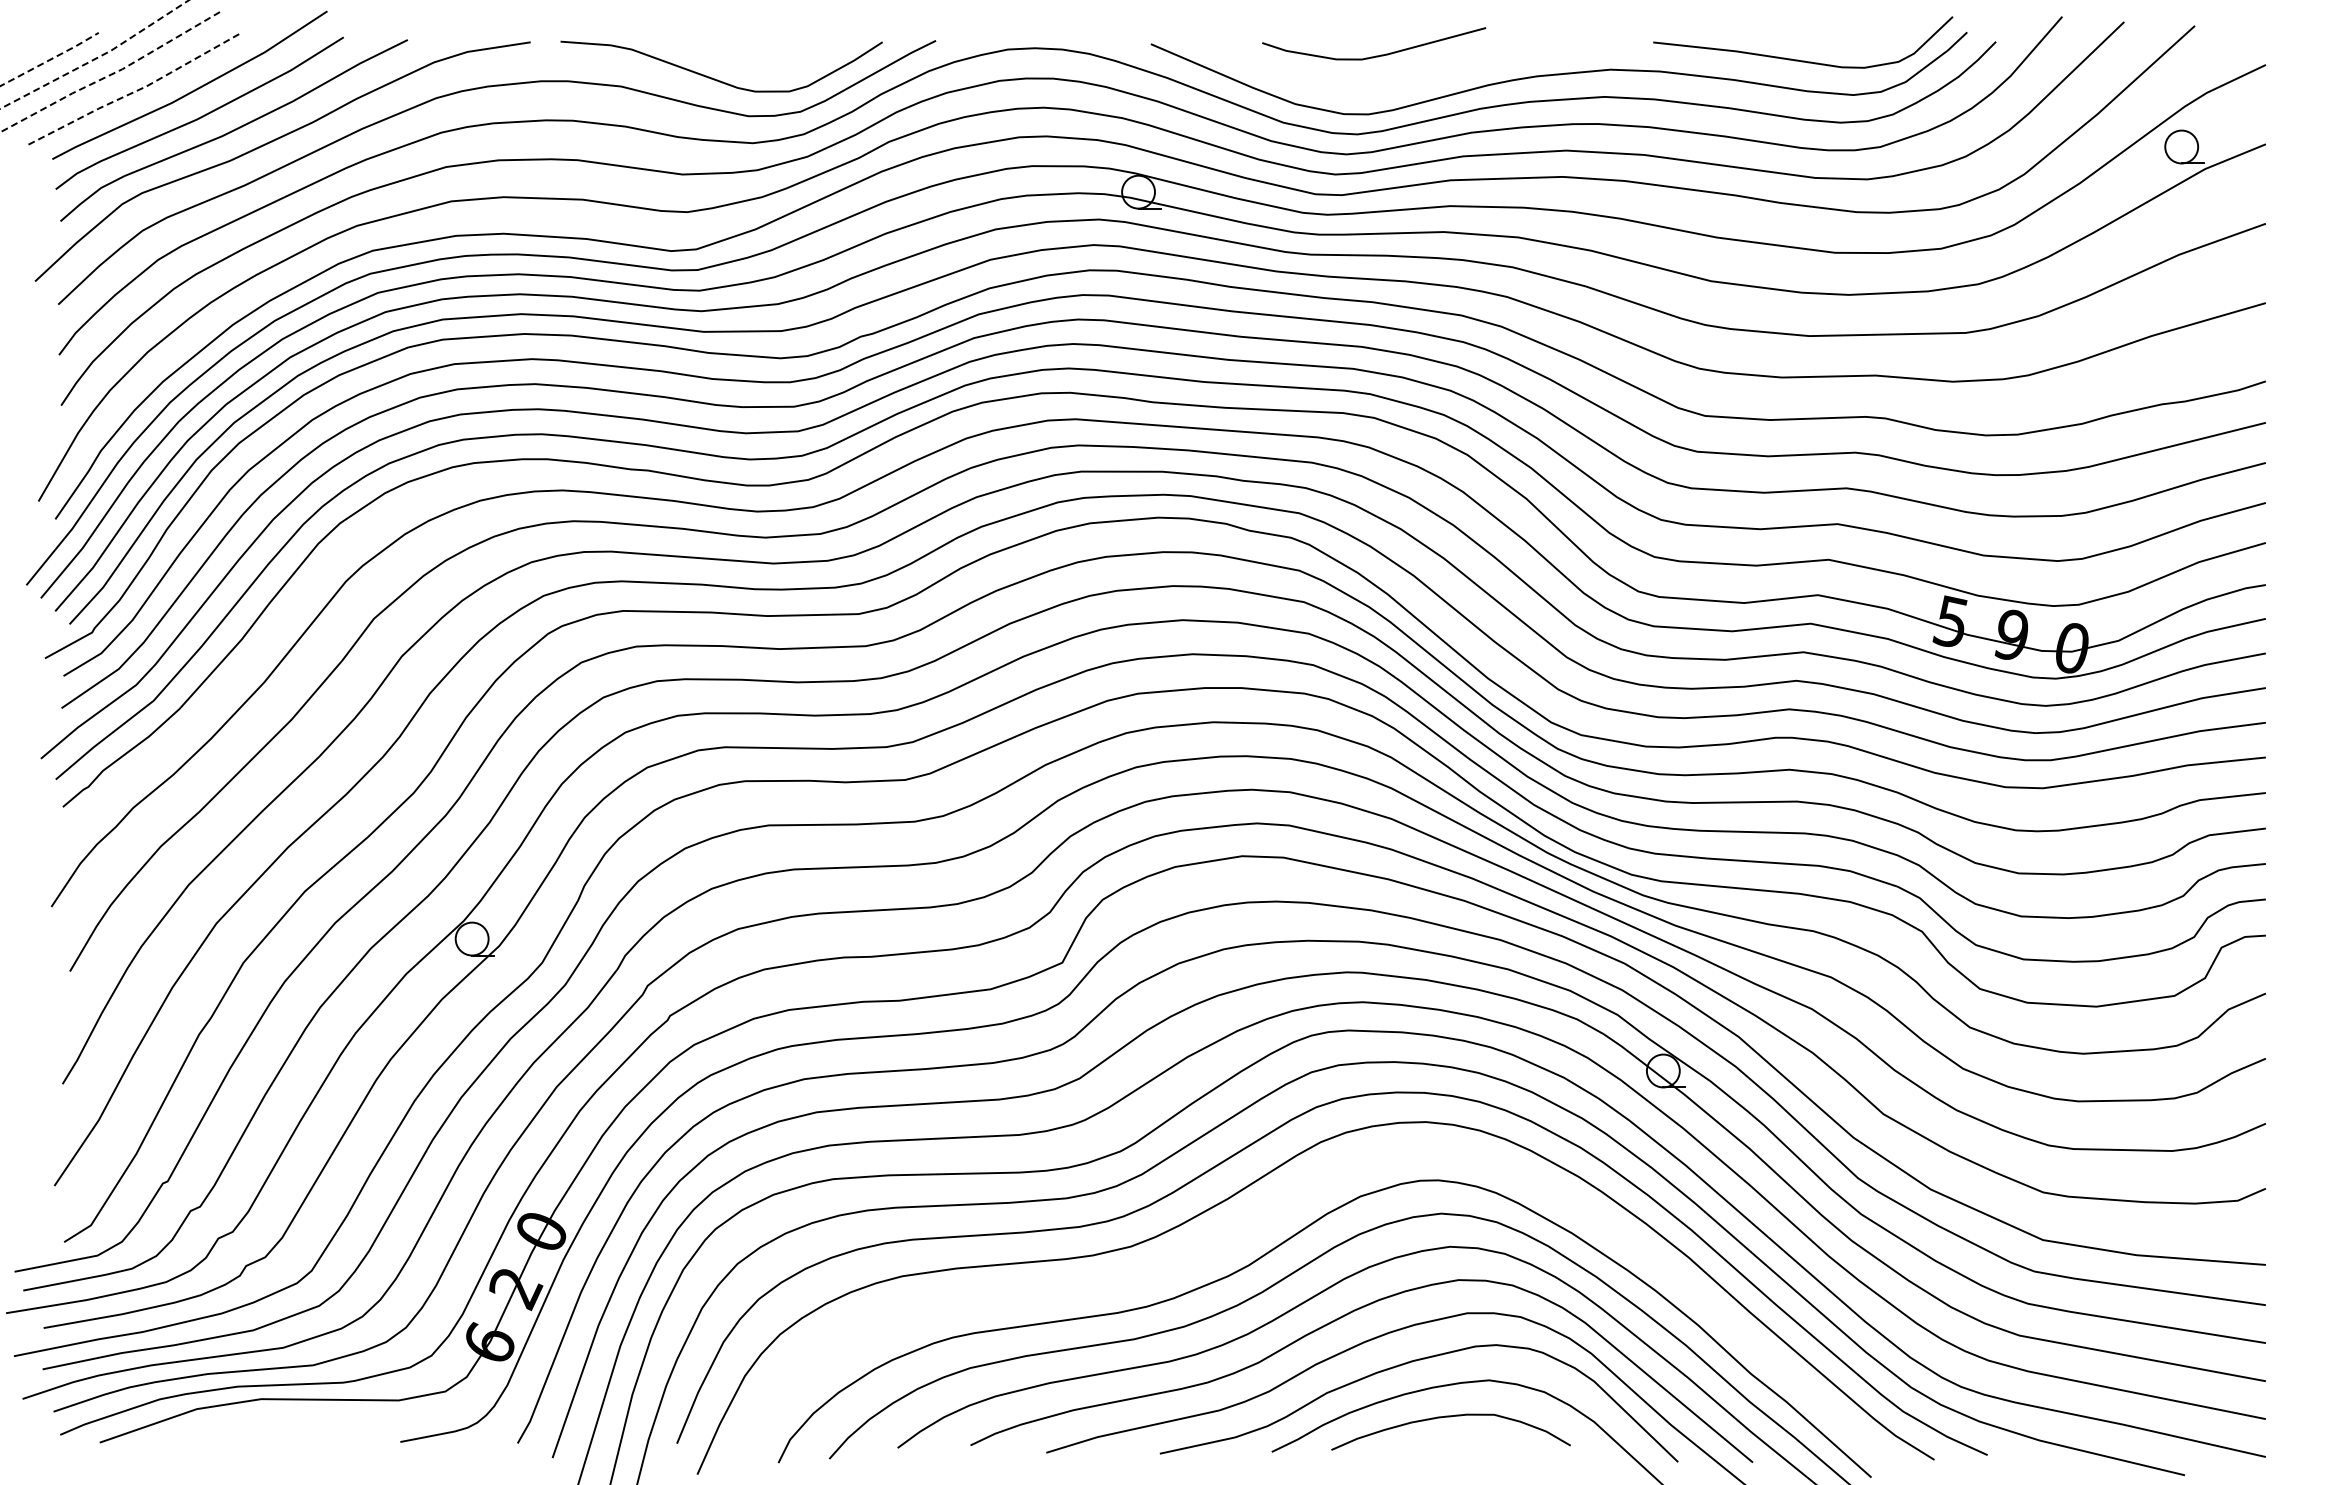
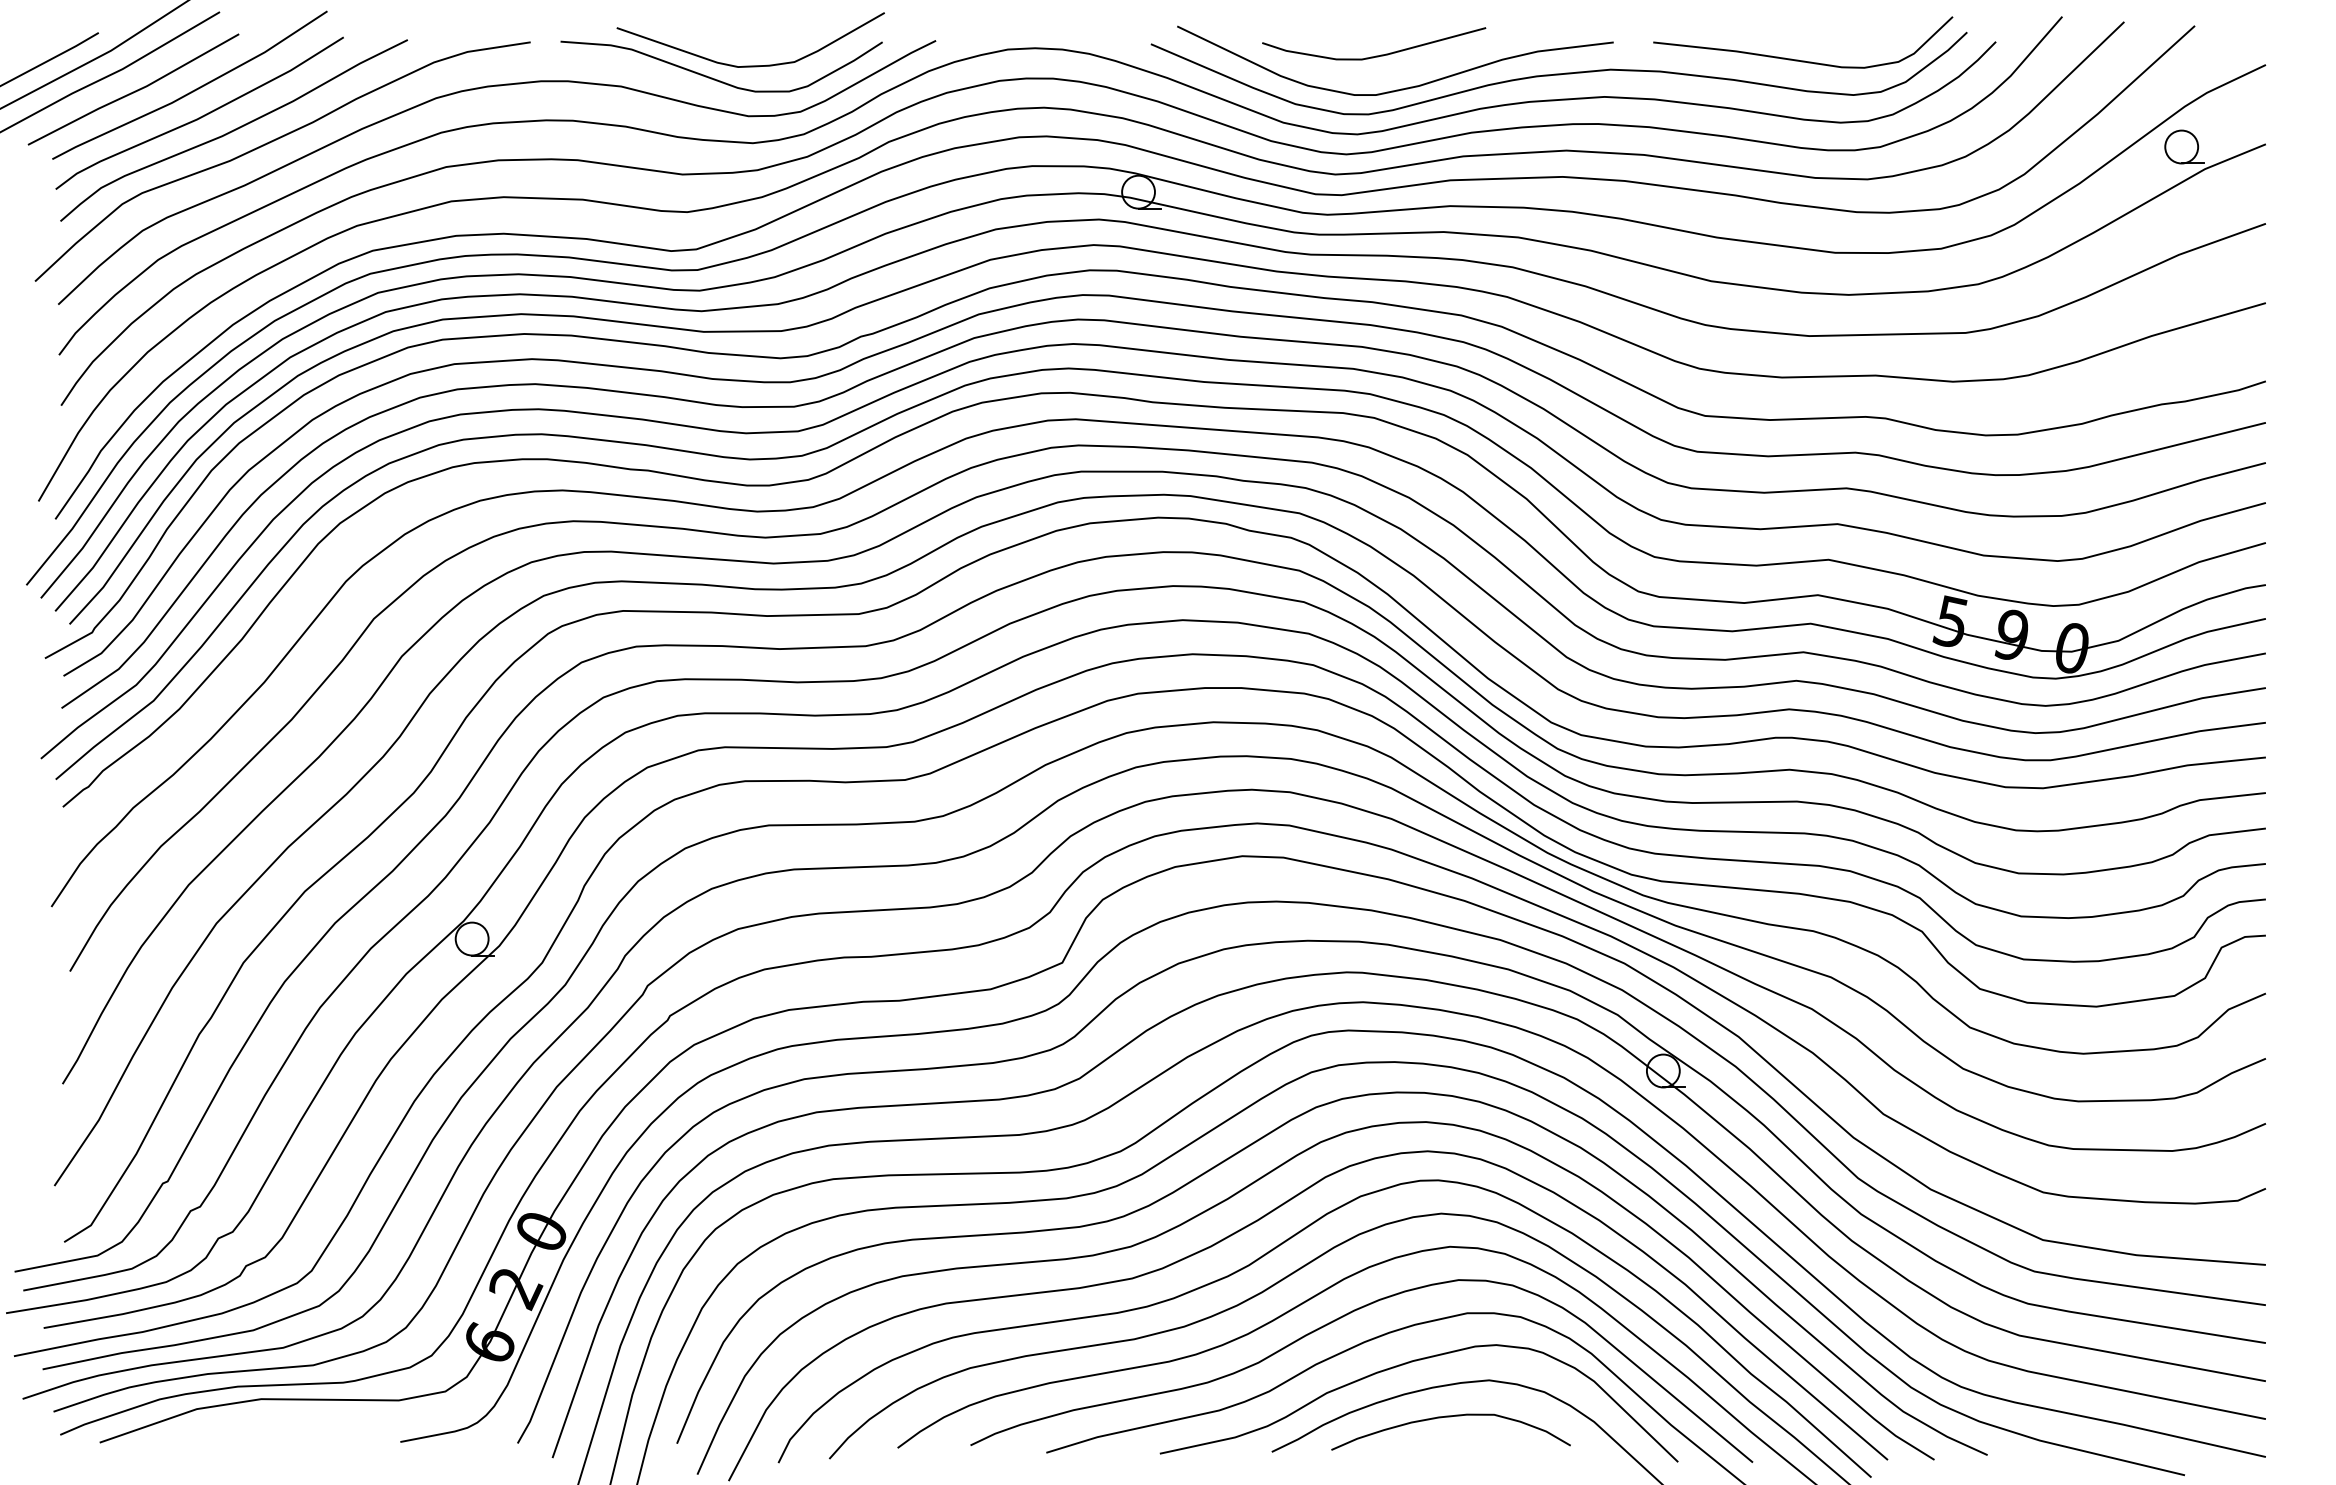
line at (97, 57): dashed -> solid
line at (50, 59): dashed -> solid
curve at (750, 65): none -> present
line at (110, 74): dashed -> solid
curve at (1401, 88): none -> present
line at (135, 91): dashed -> solid
curve at (1256, 1222): none -> present
